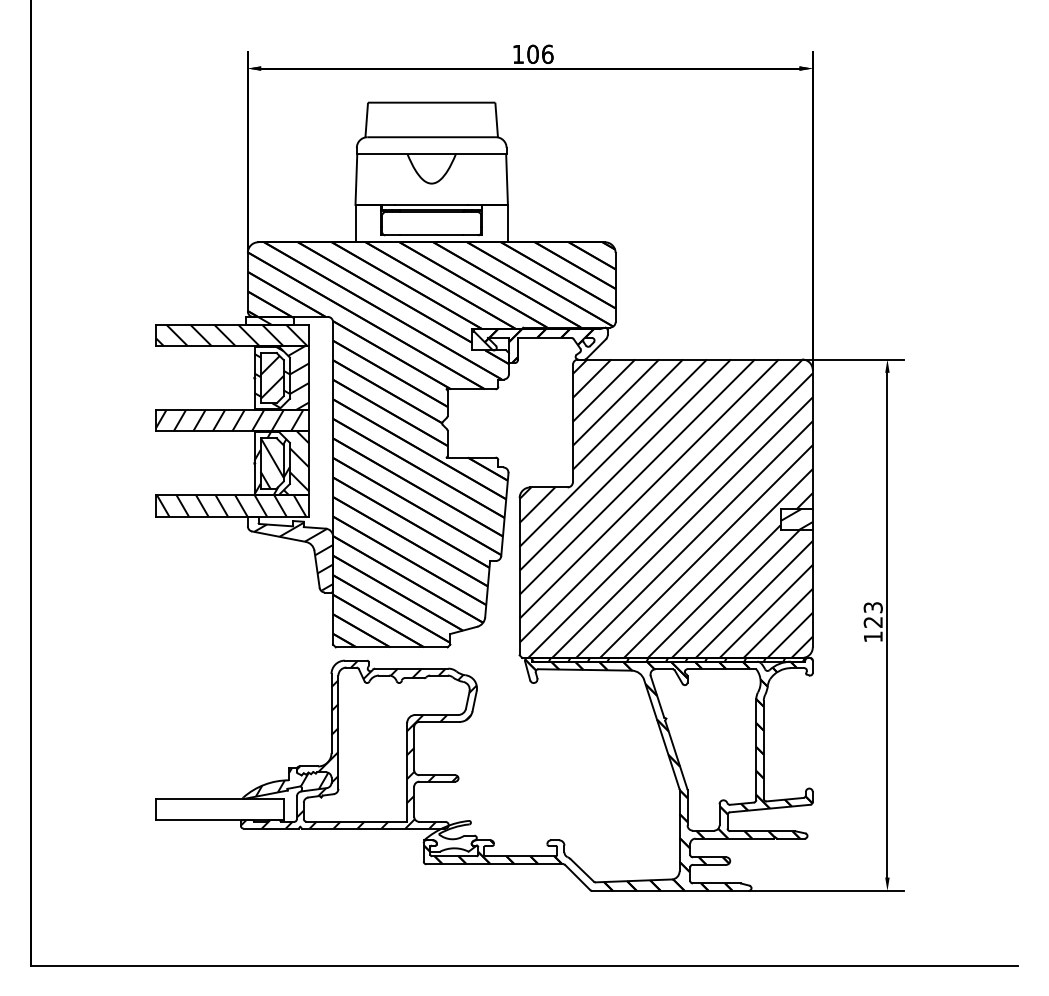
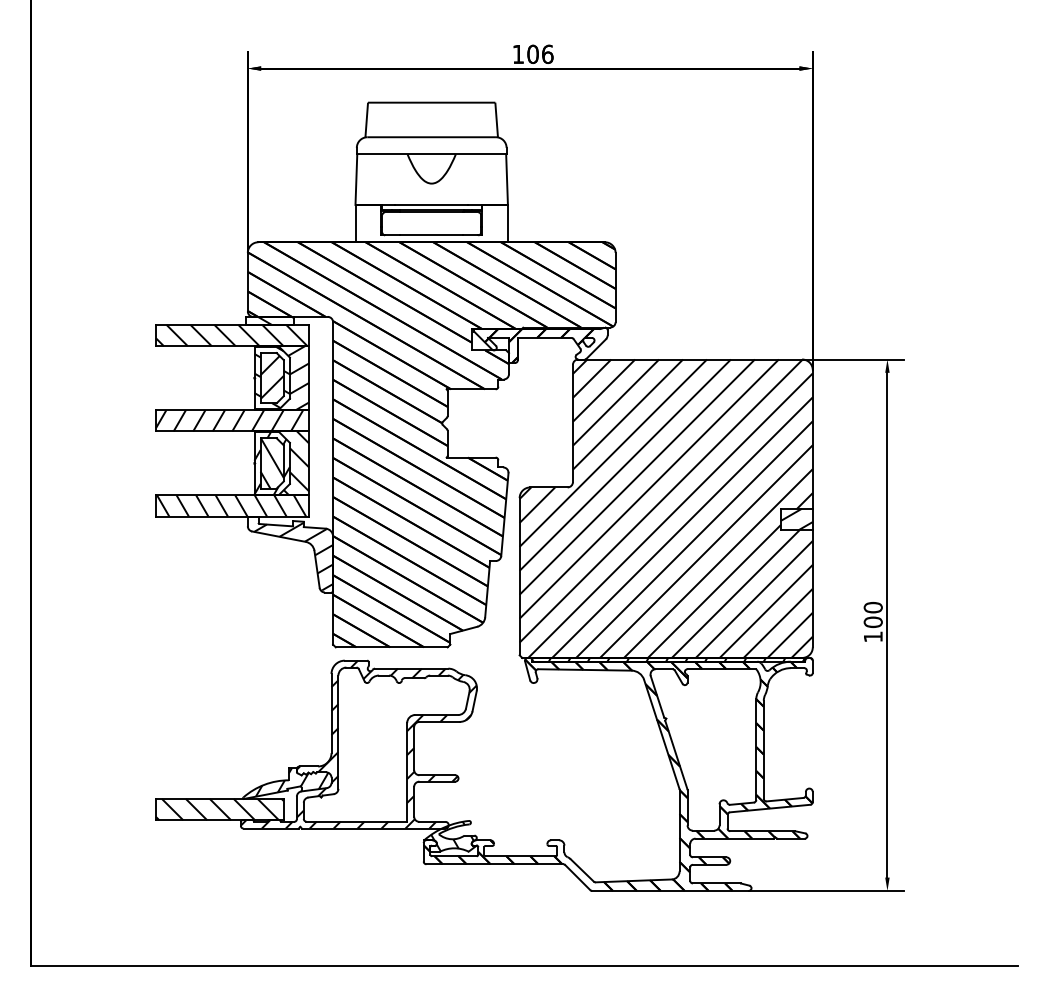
text at (872, 614): 123 -> 100
hatch at (219, 809): none -> present
hatch at (453, 836): none -> present
